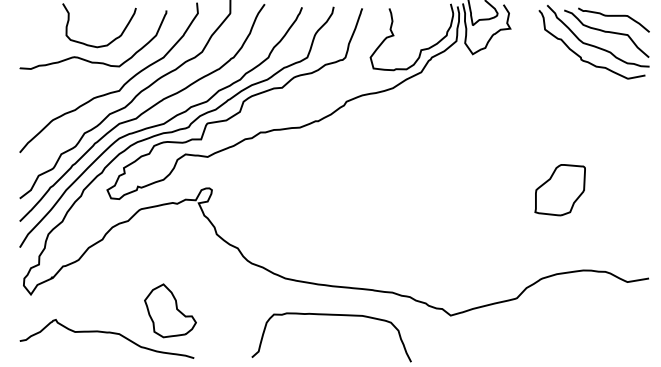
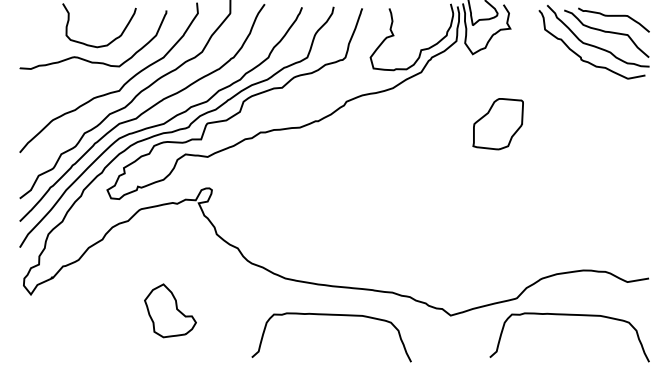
part at (559, 190) position: (559, 190) -> (497, 124)
curve at (569, 315): none -> present
curve at (106, 333): present -> none
